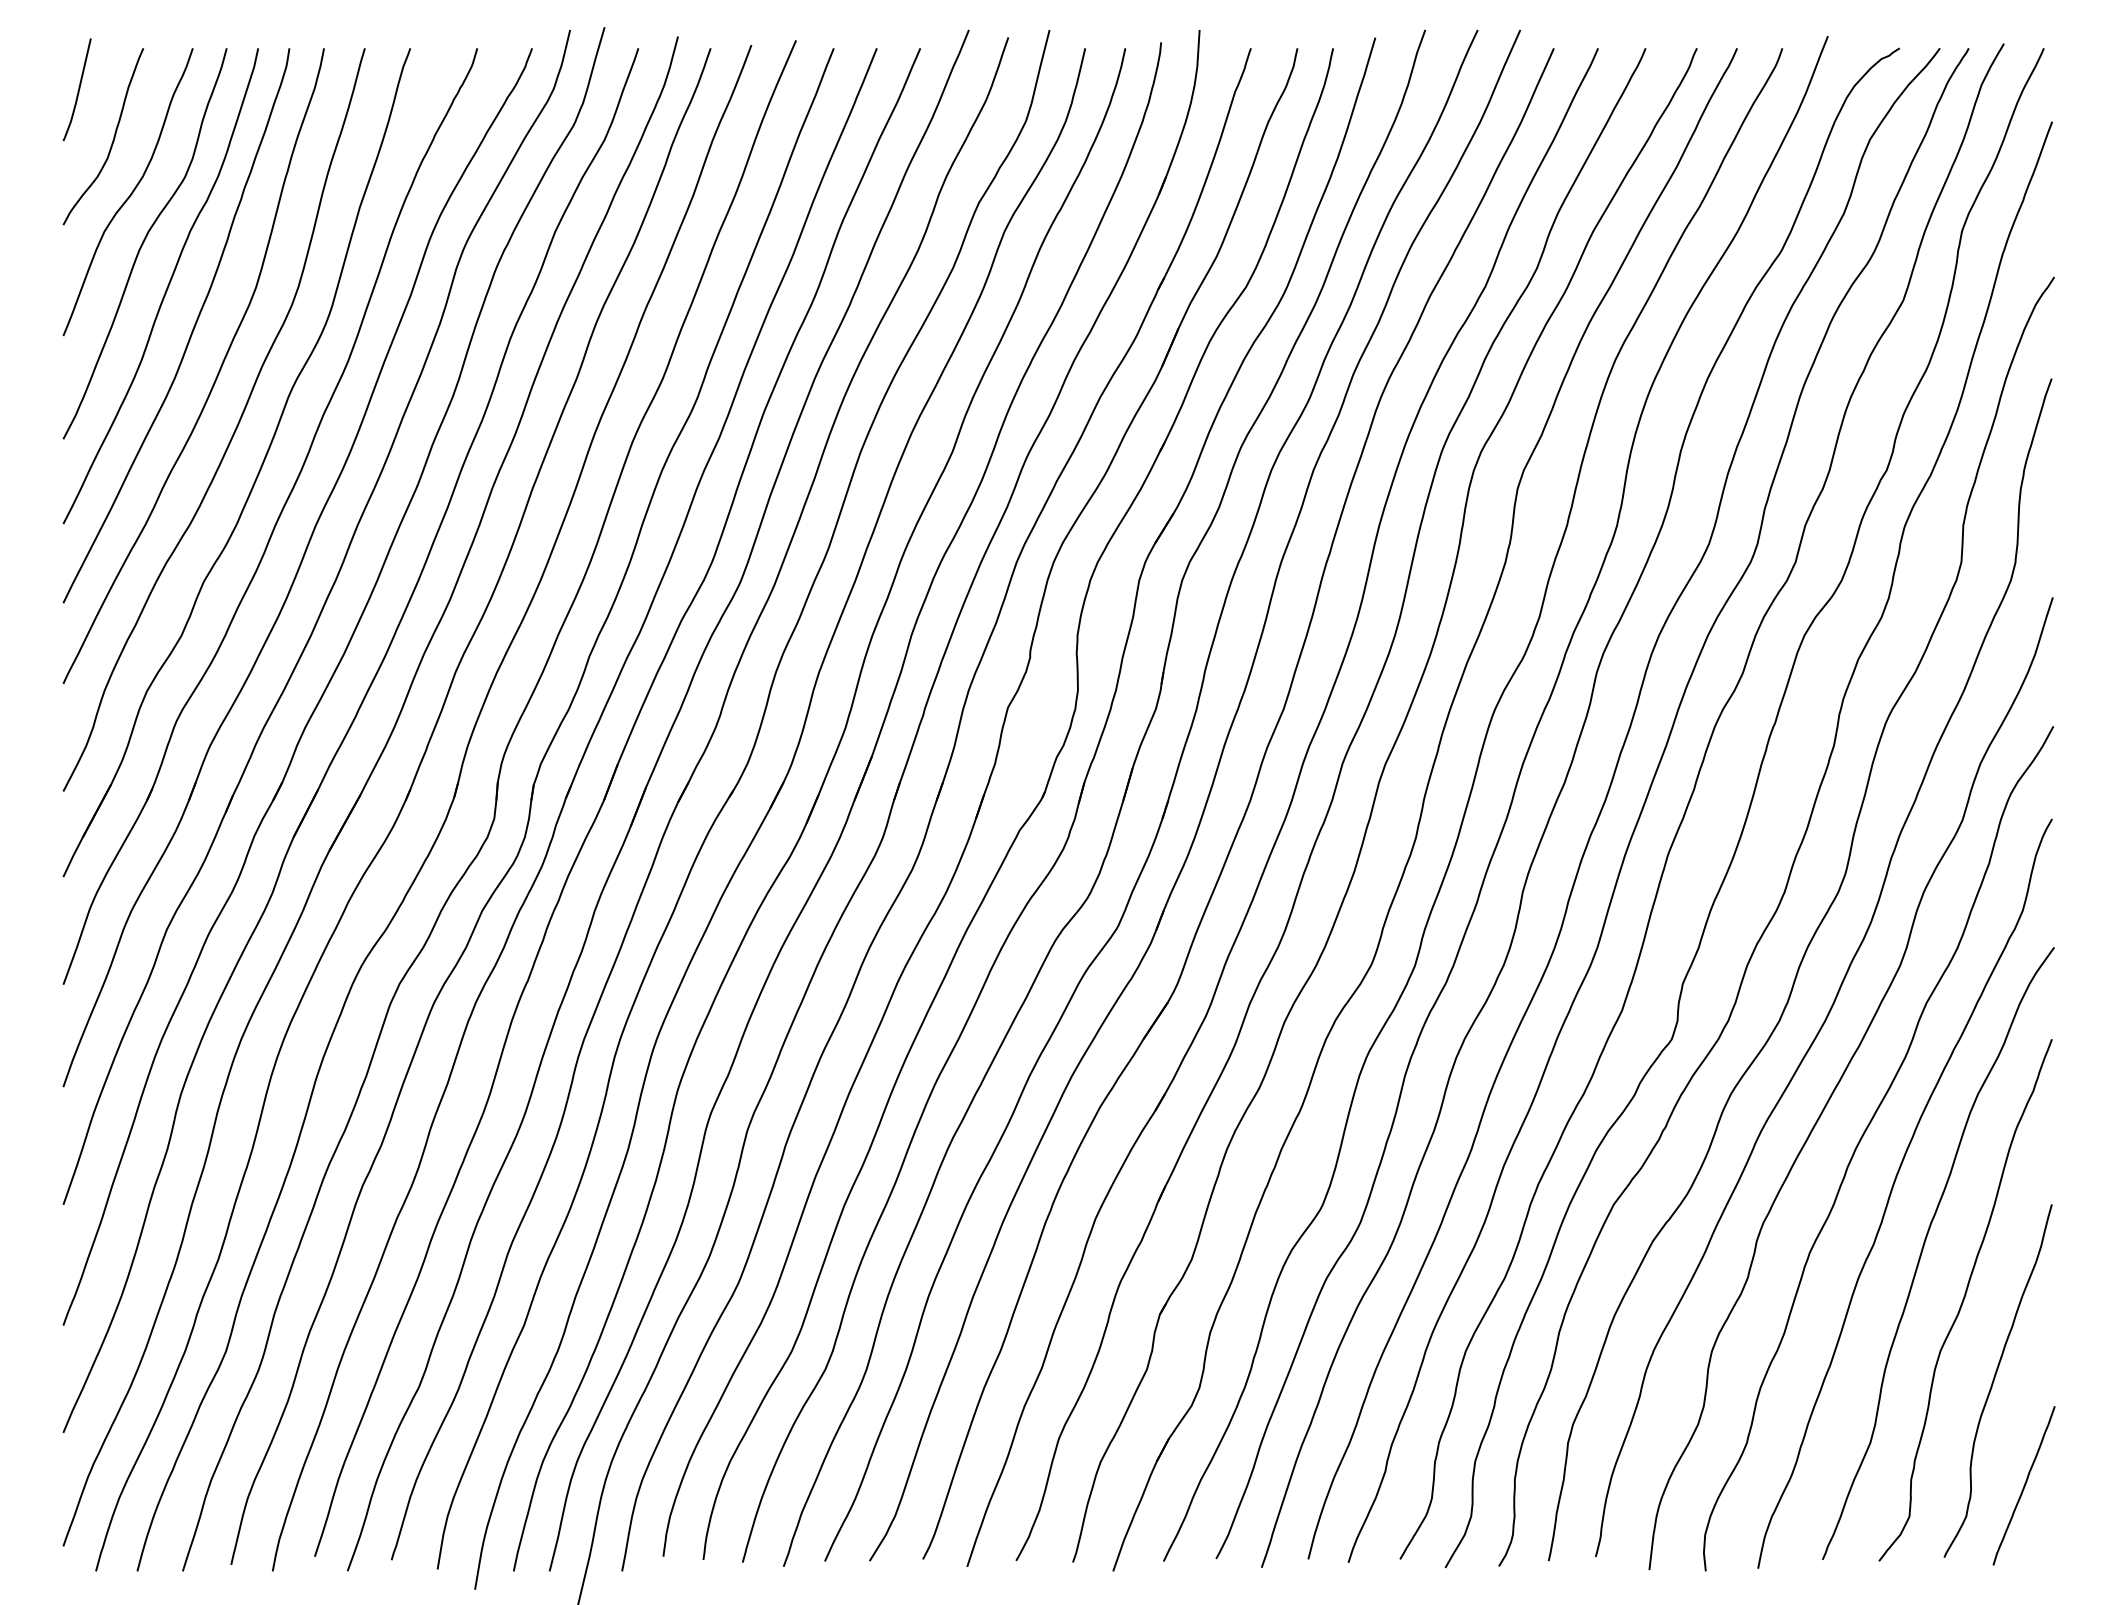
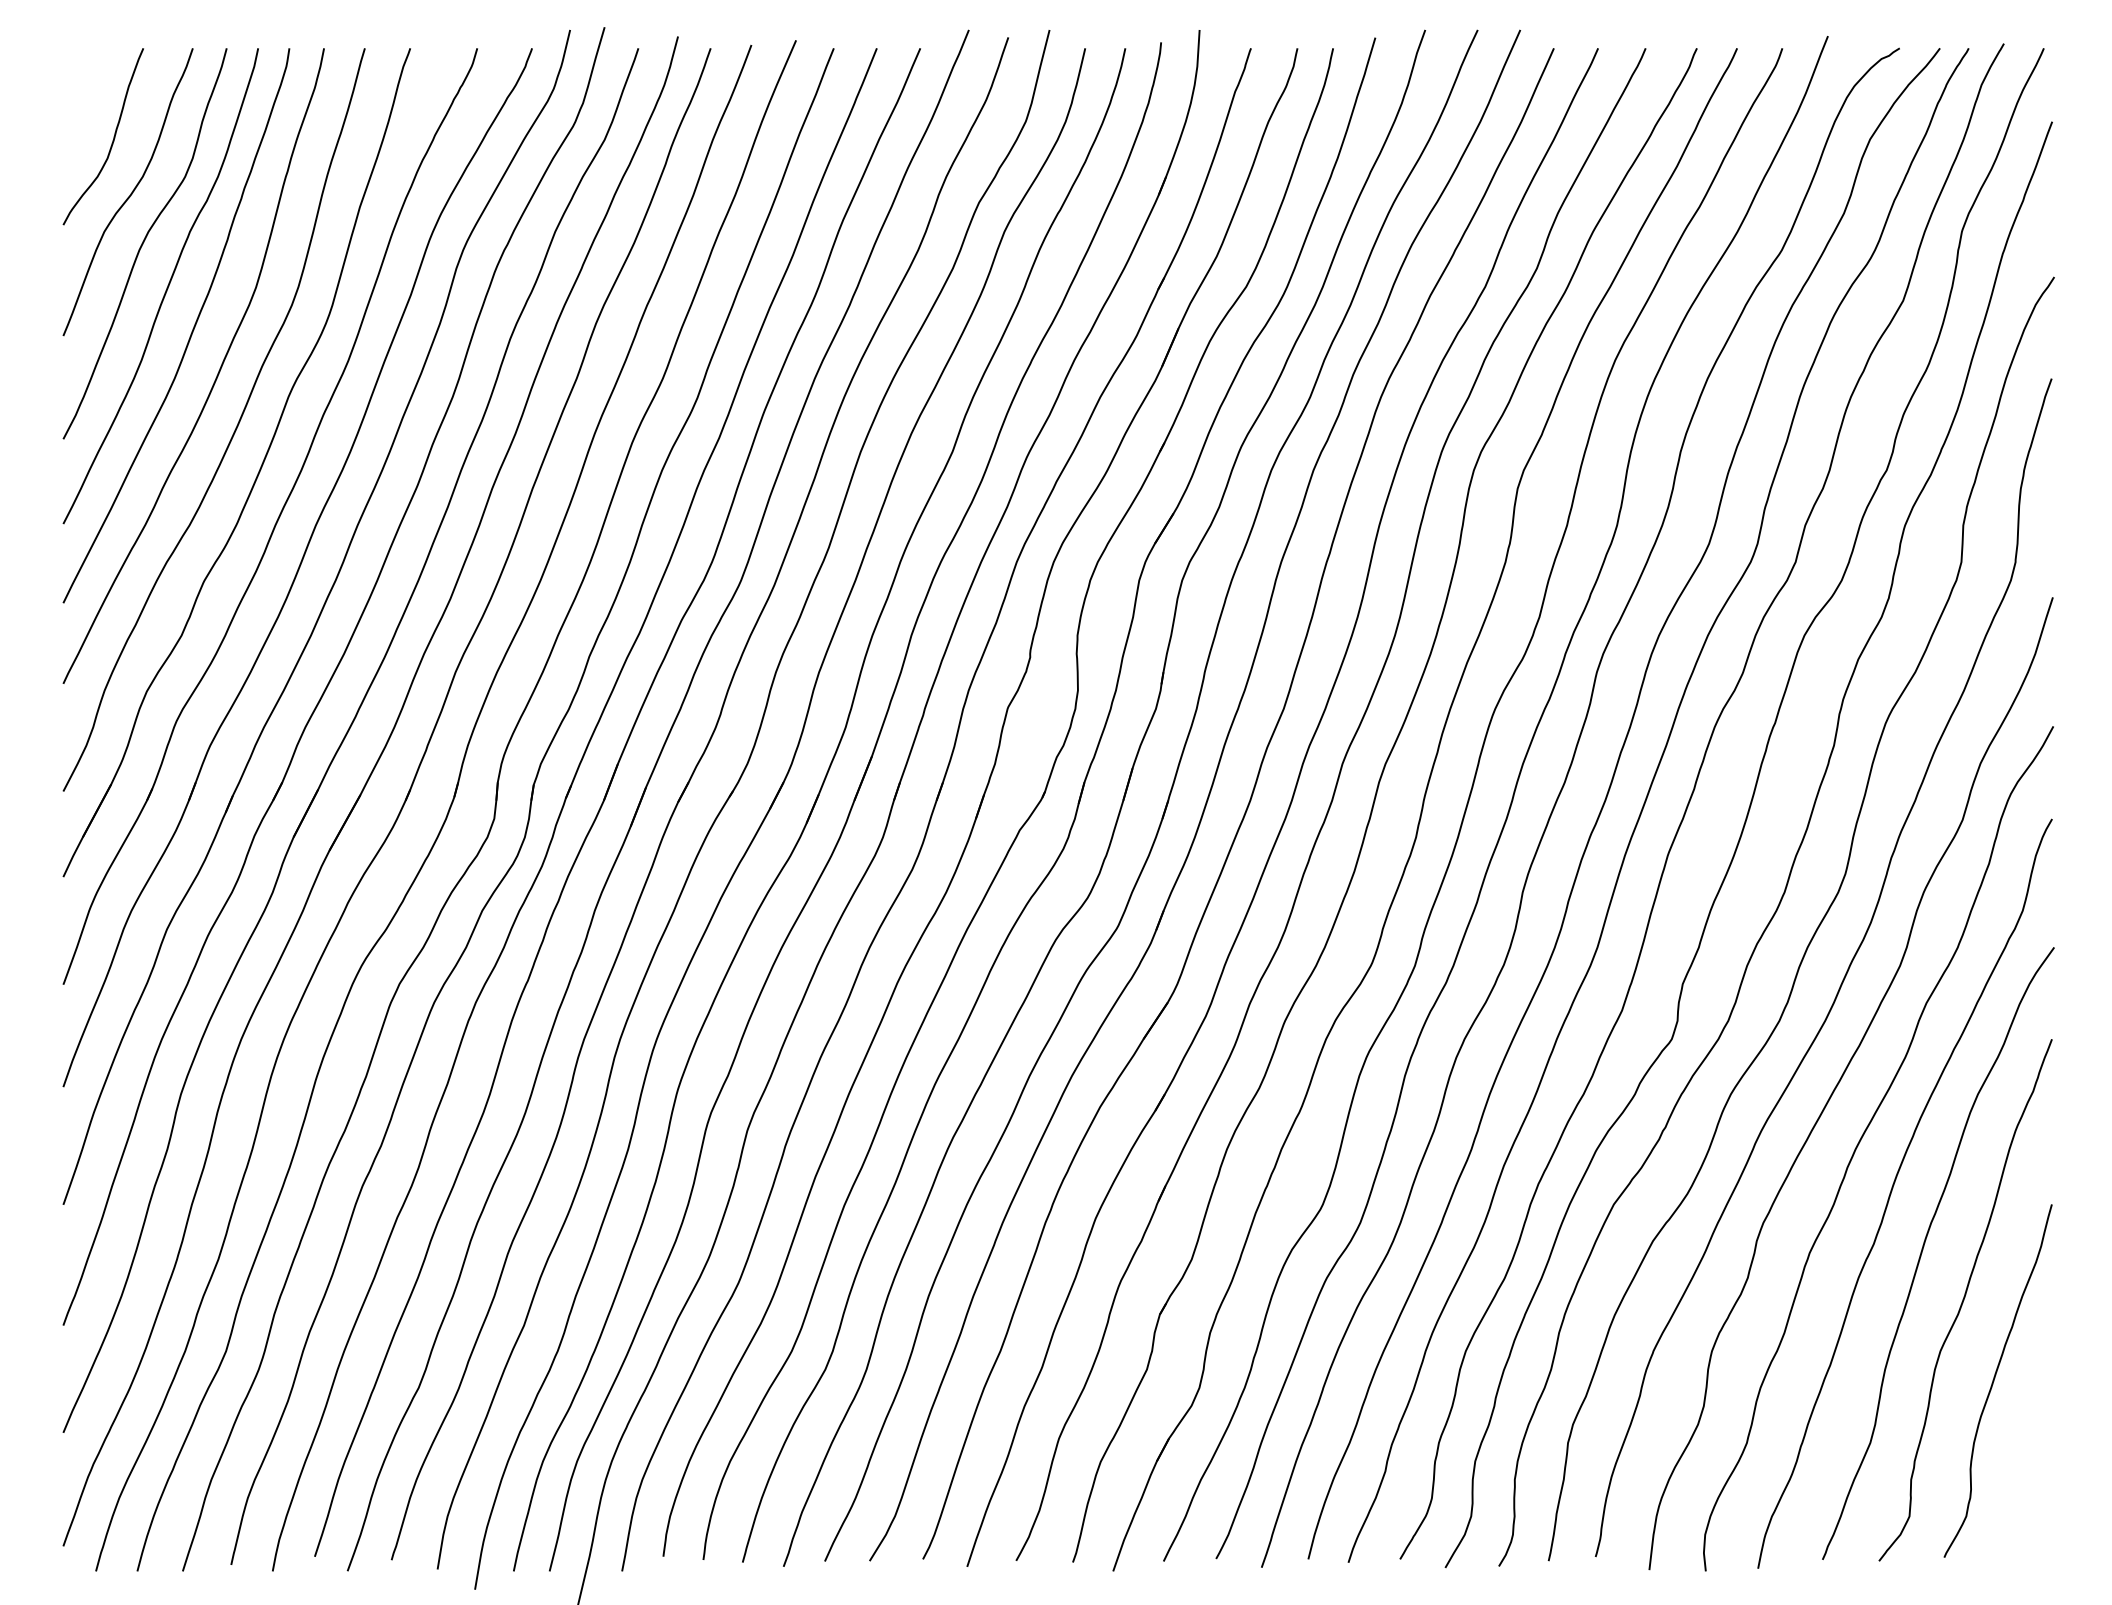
line at (78, 89): present -> none
curve at (2023, 1485): present -> none
